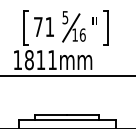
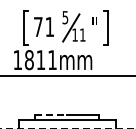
text at (82, 34): 16 -> 11
line at (51, 114): solid -> dashed
line at (67, 128): solid -> dashed
